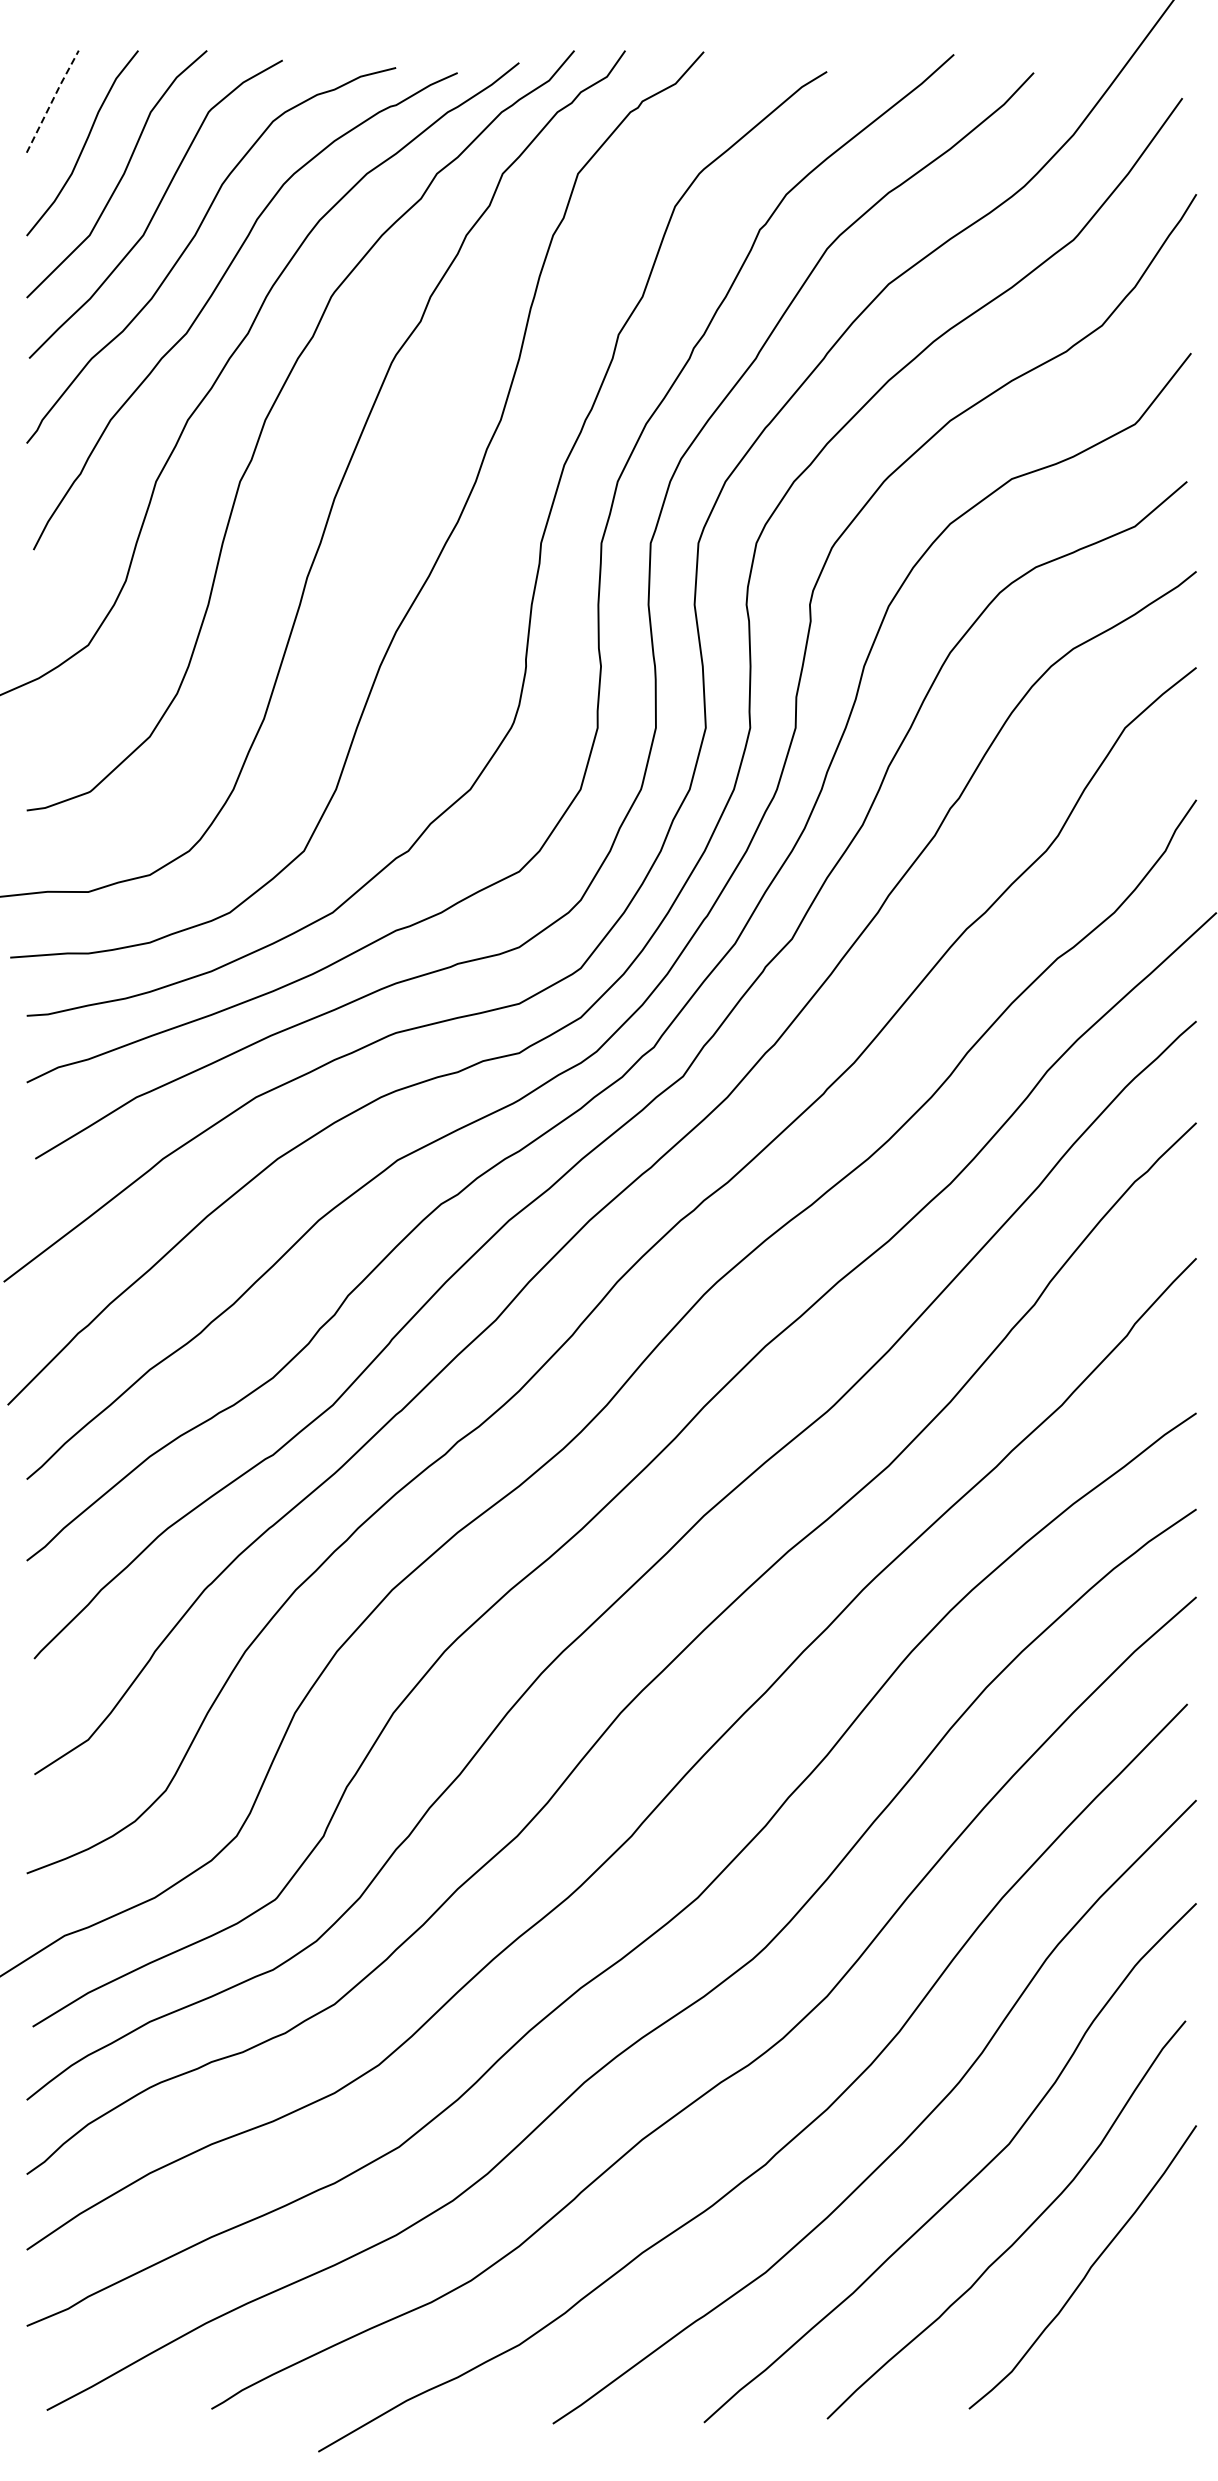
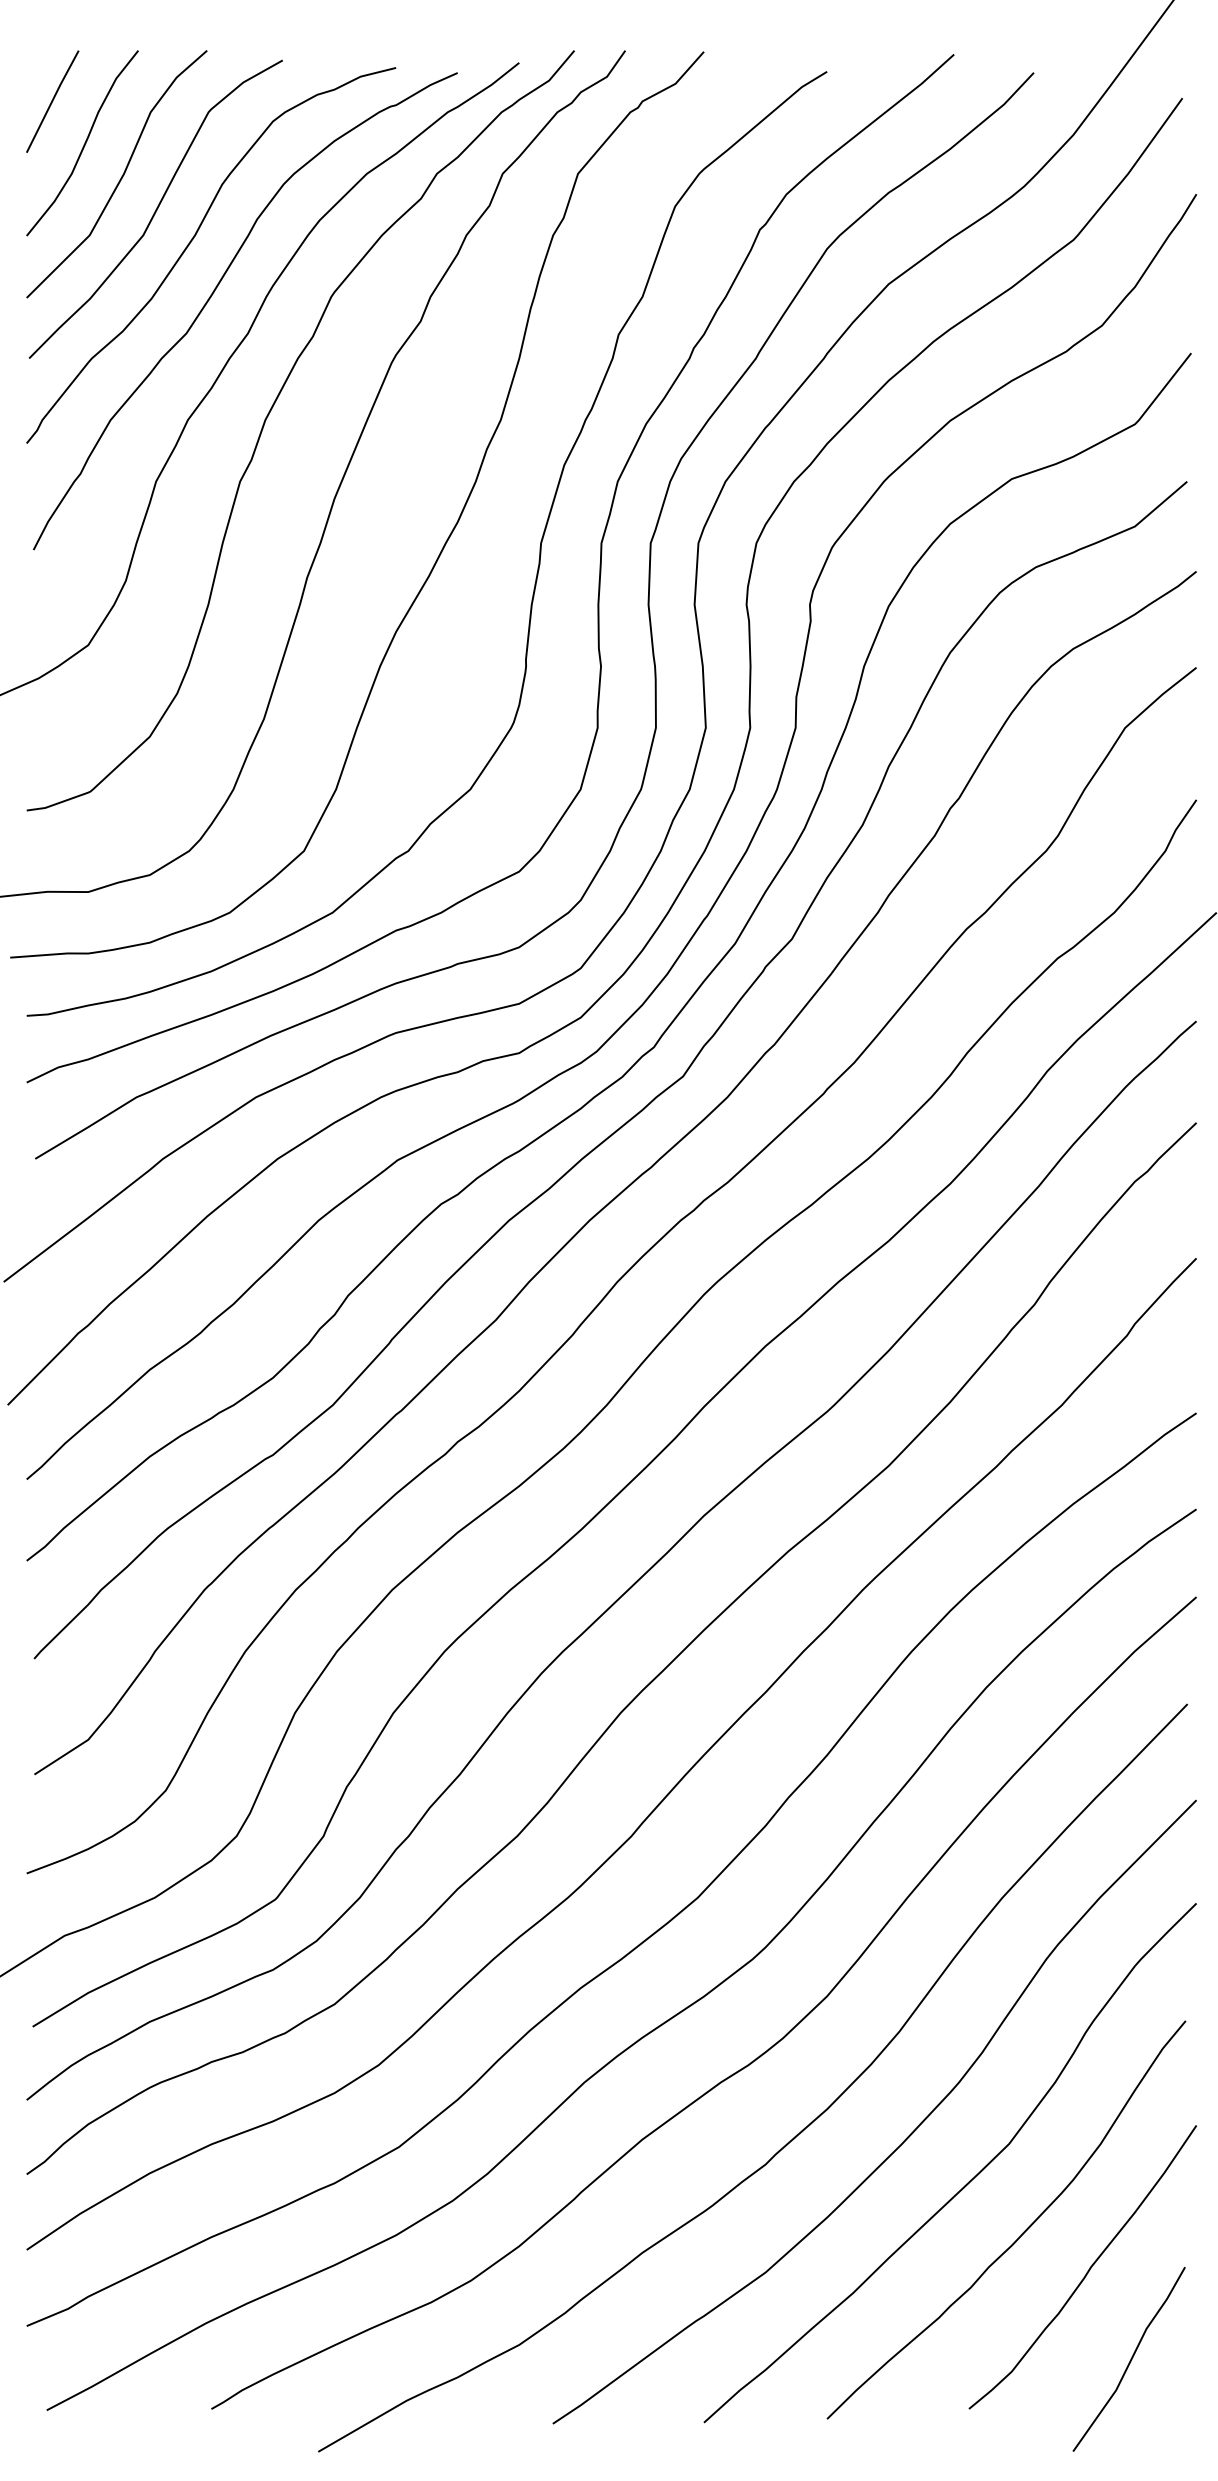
line at (52, 100): dashed -> solid
line at (1129, 2360): none -> present
